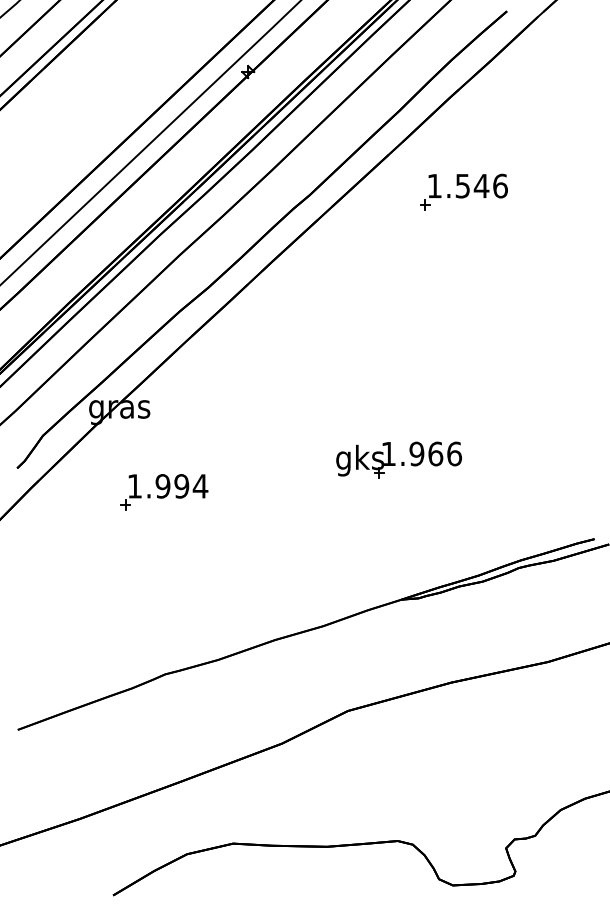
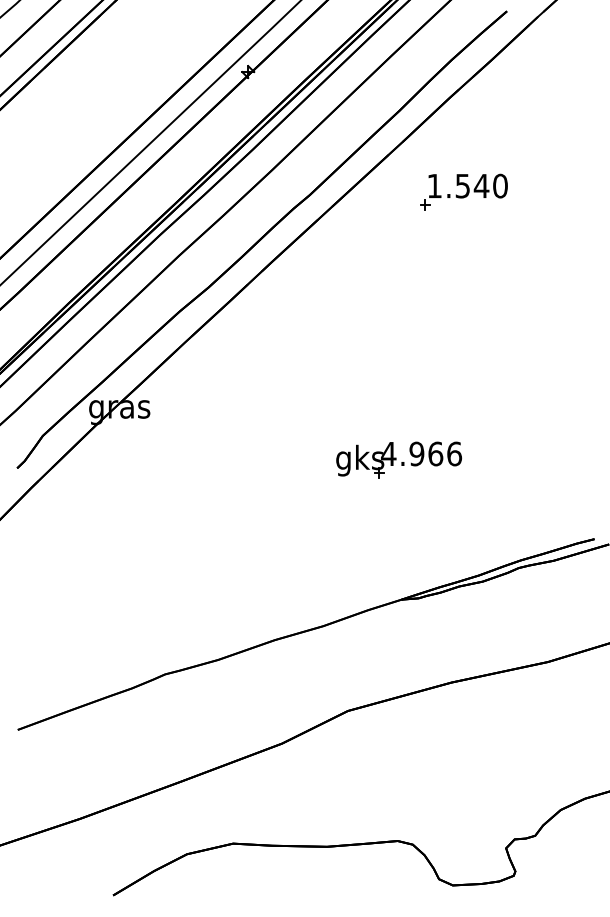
text at (500, 185): 1.546 -> 1.540
text at (388, 453): 1.966 -> 4.966
part at (164, 492): present -> none
